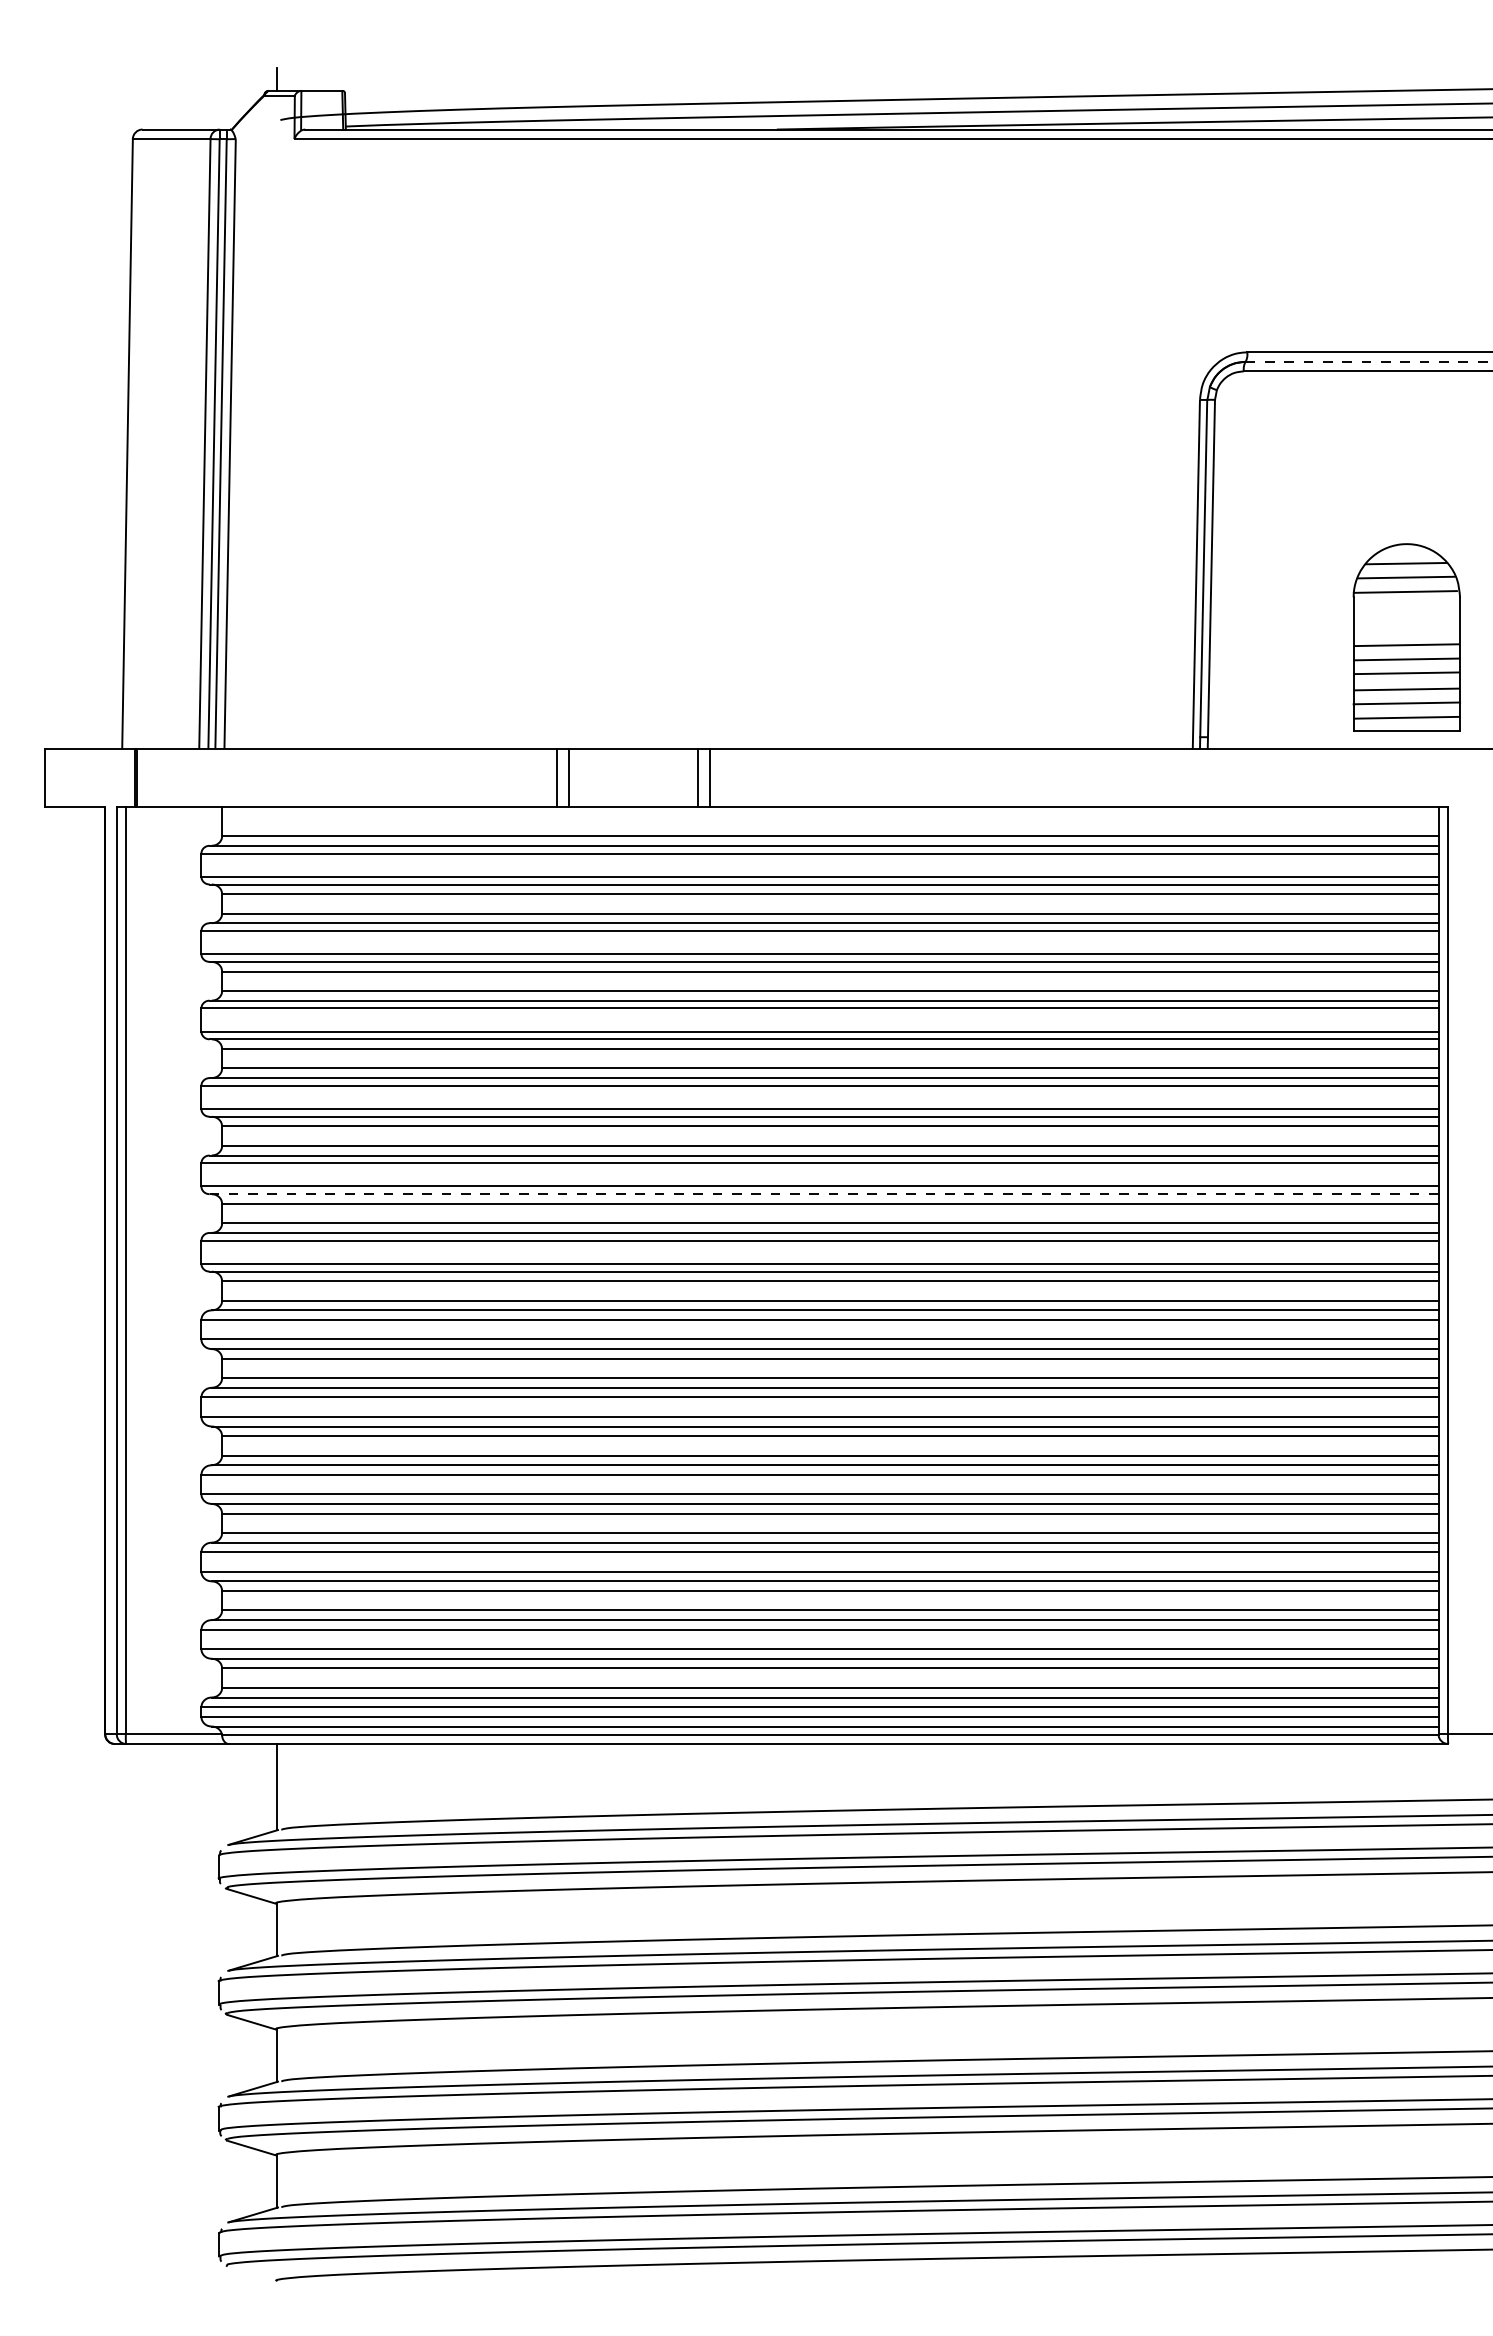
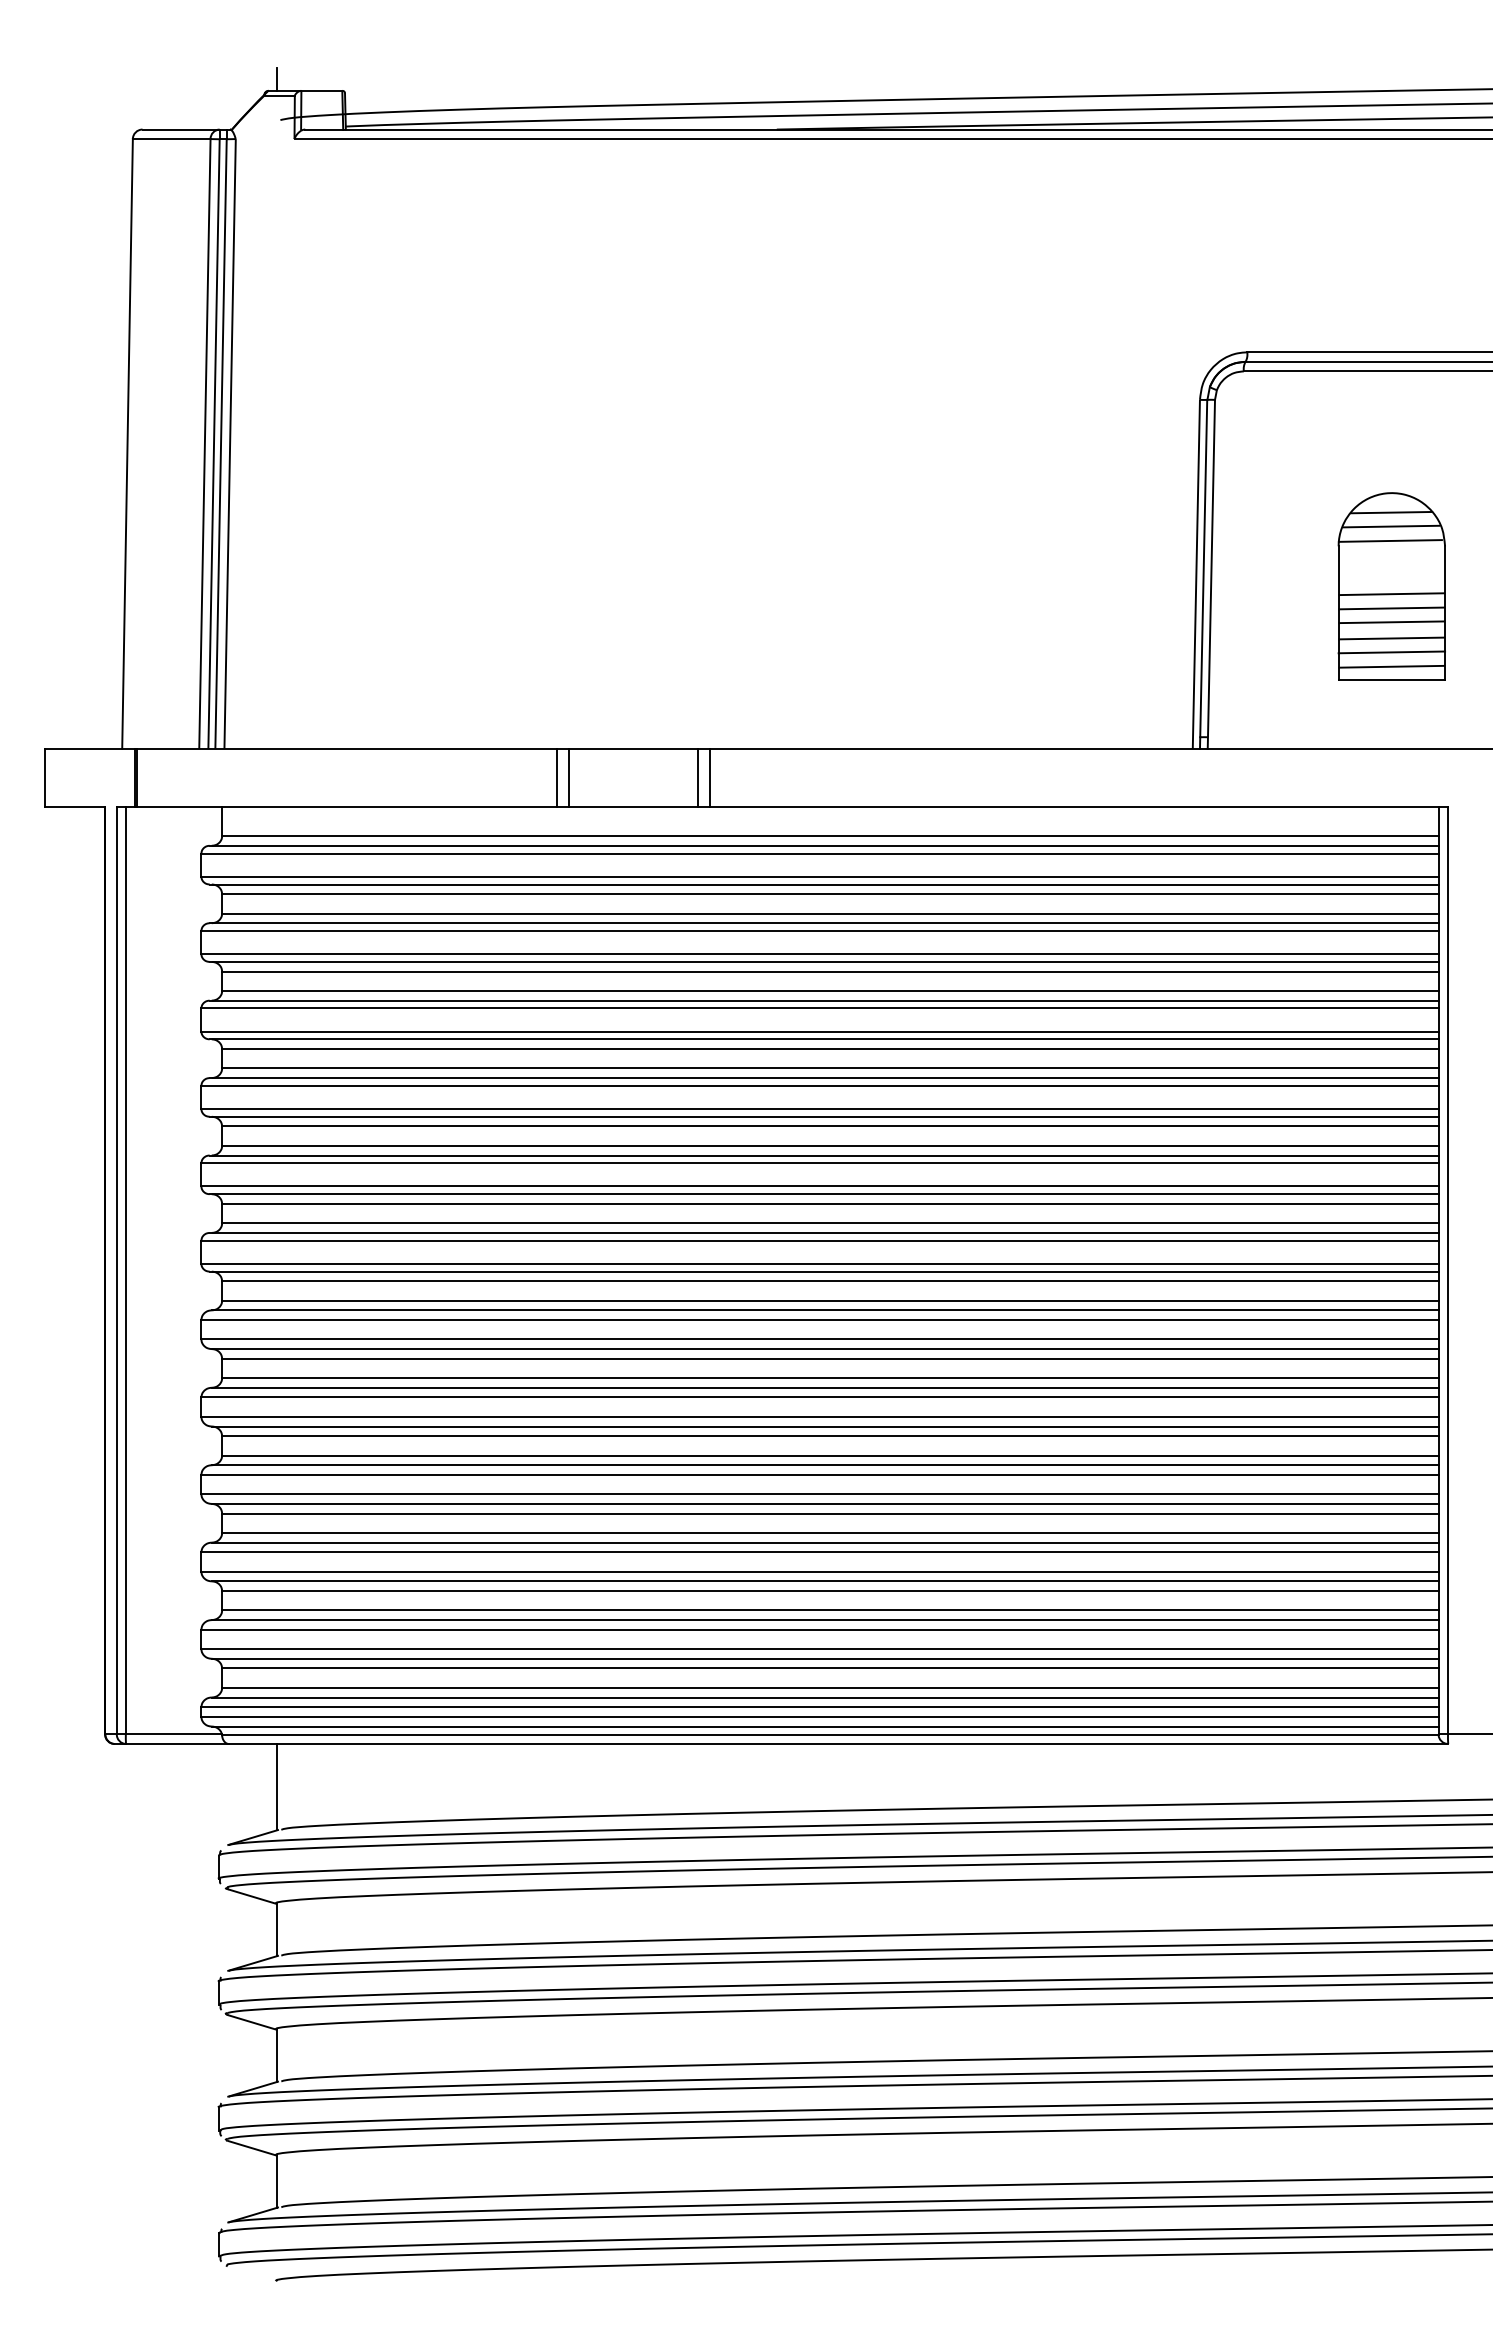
line at (1369, 361): dashed -> solid
part at (1406, 637) position: (1406, 637) -> (1391, 586)
line at (823, 1194): dashed -> solid
